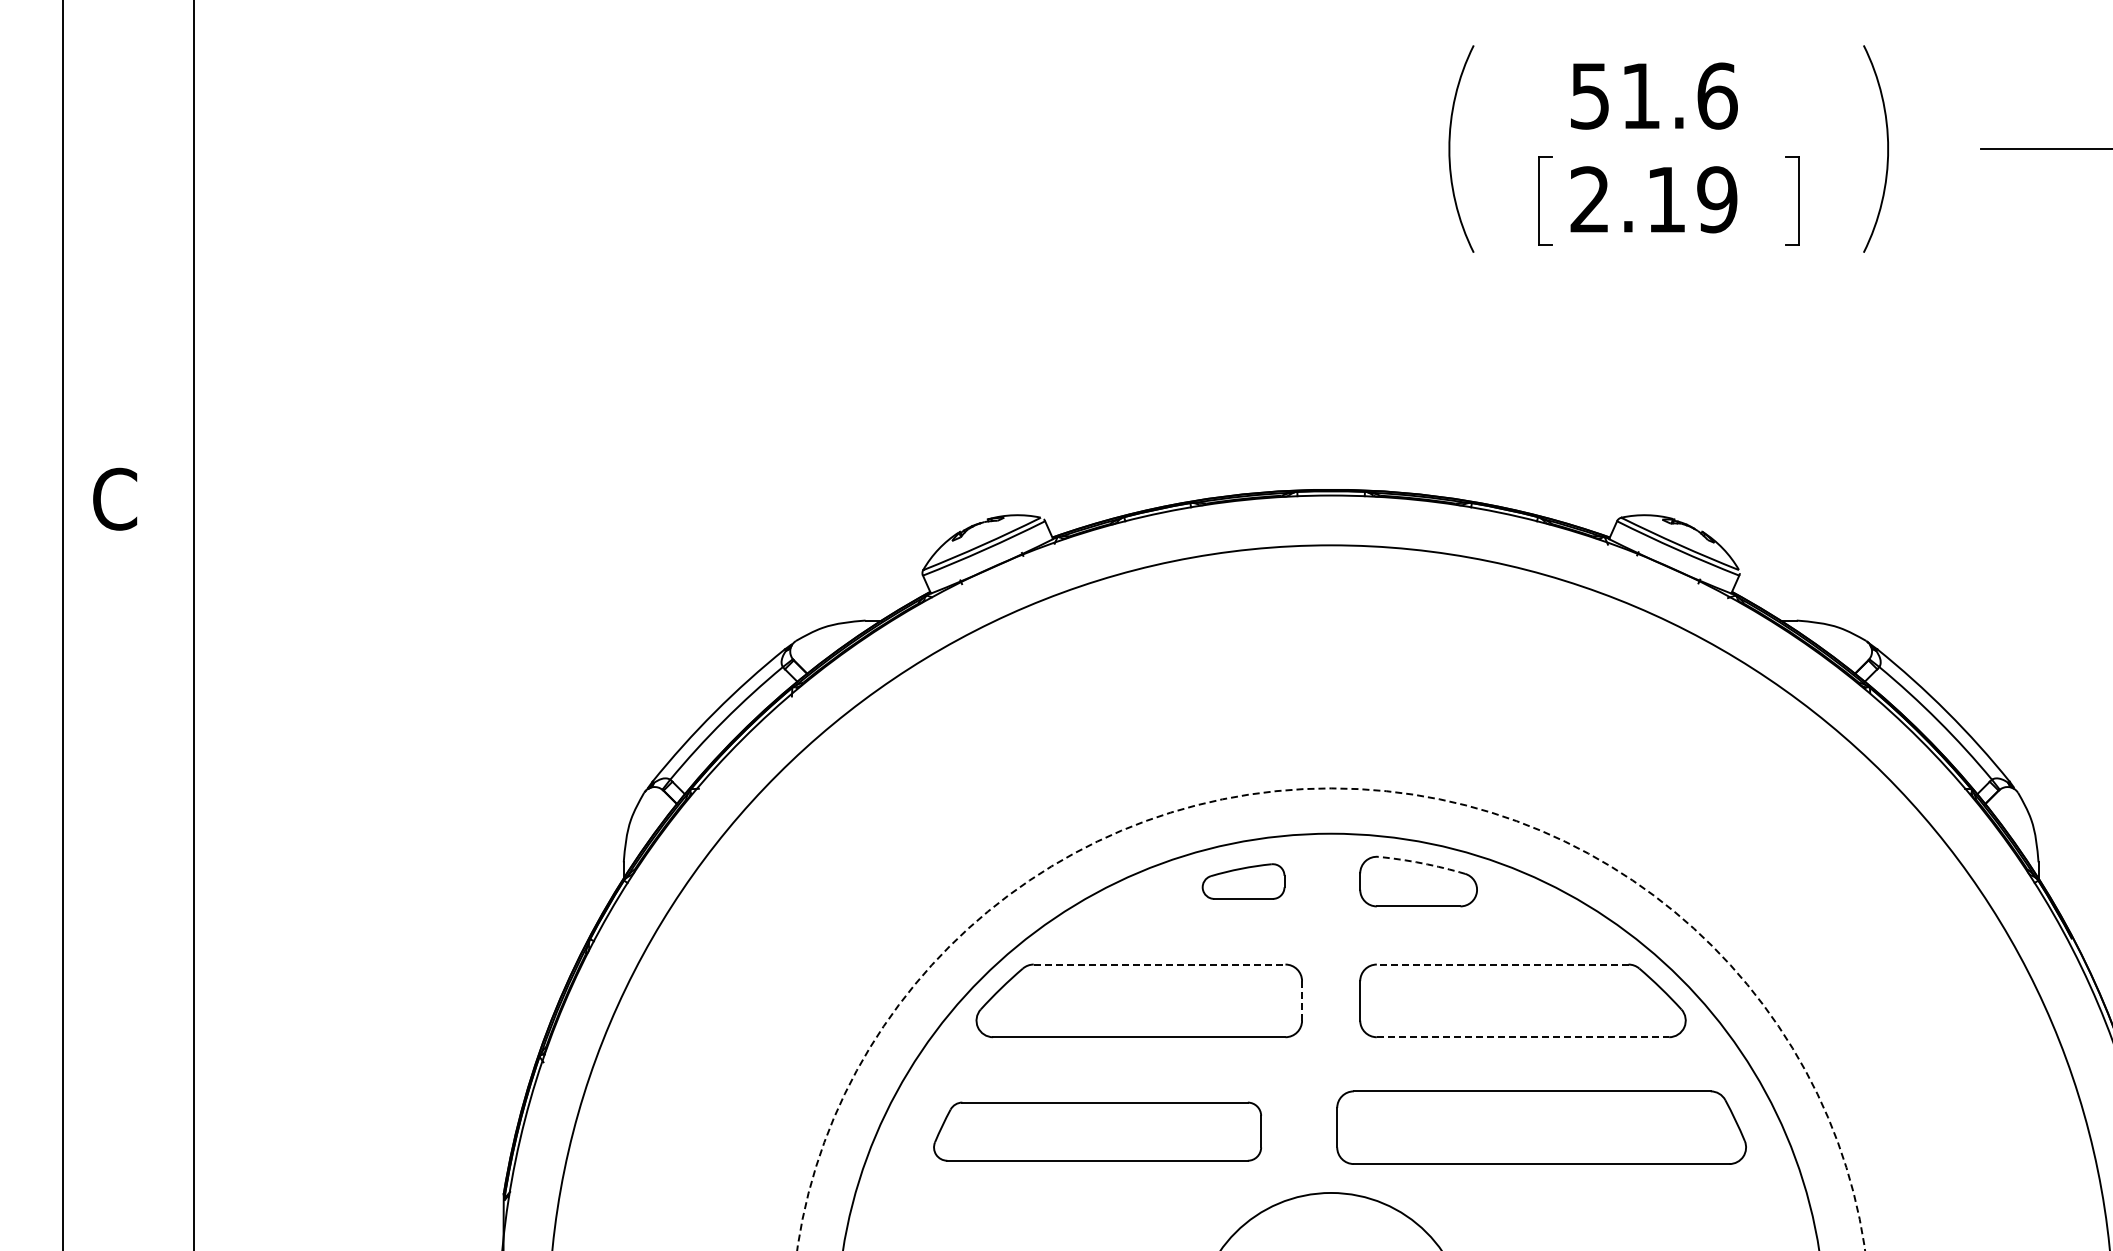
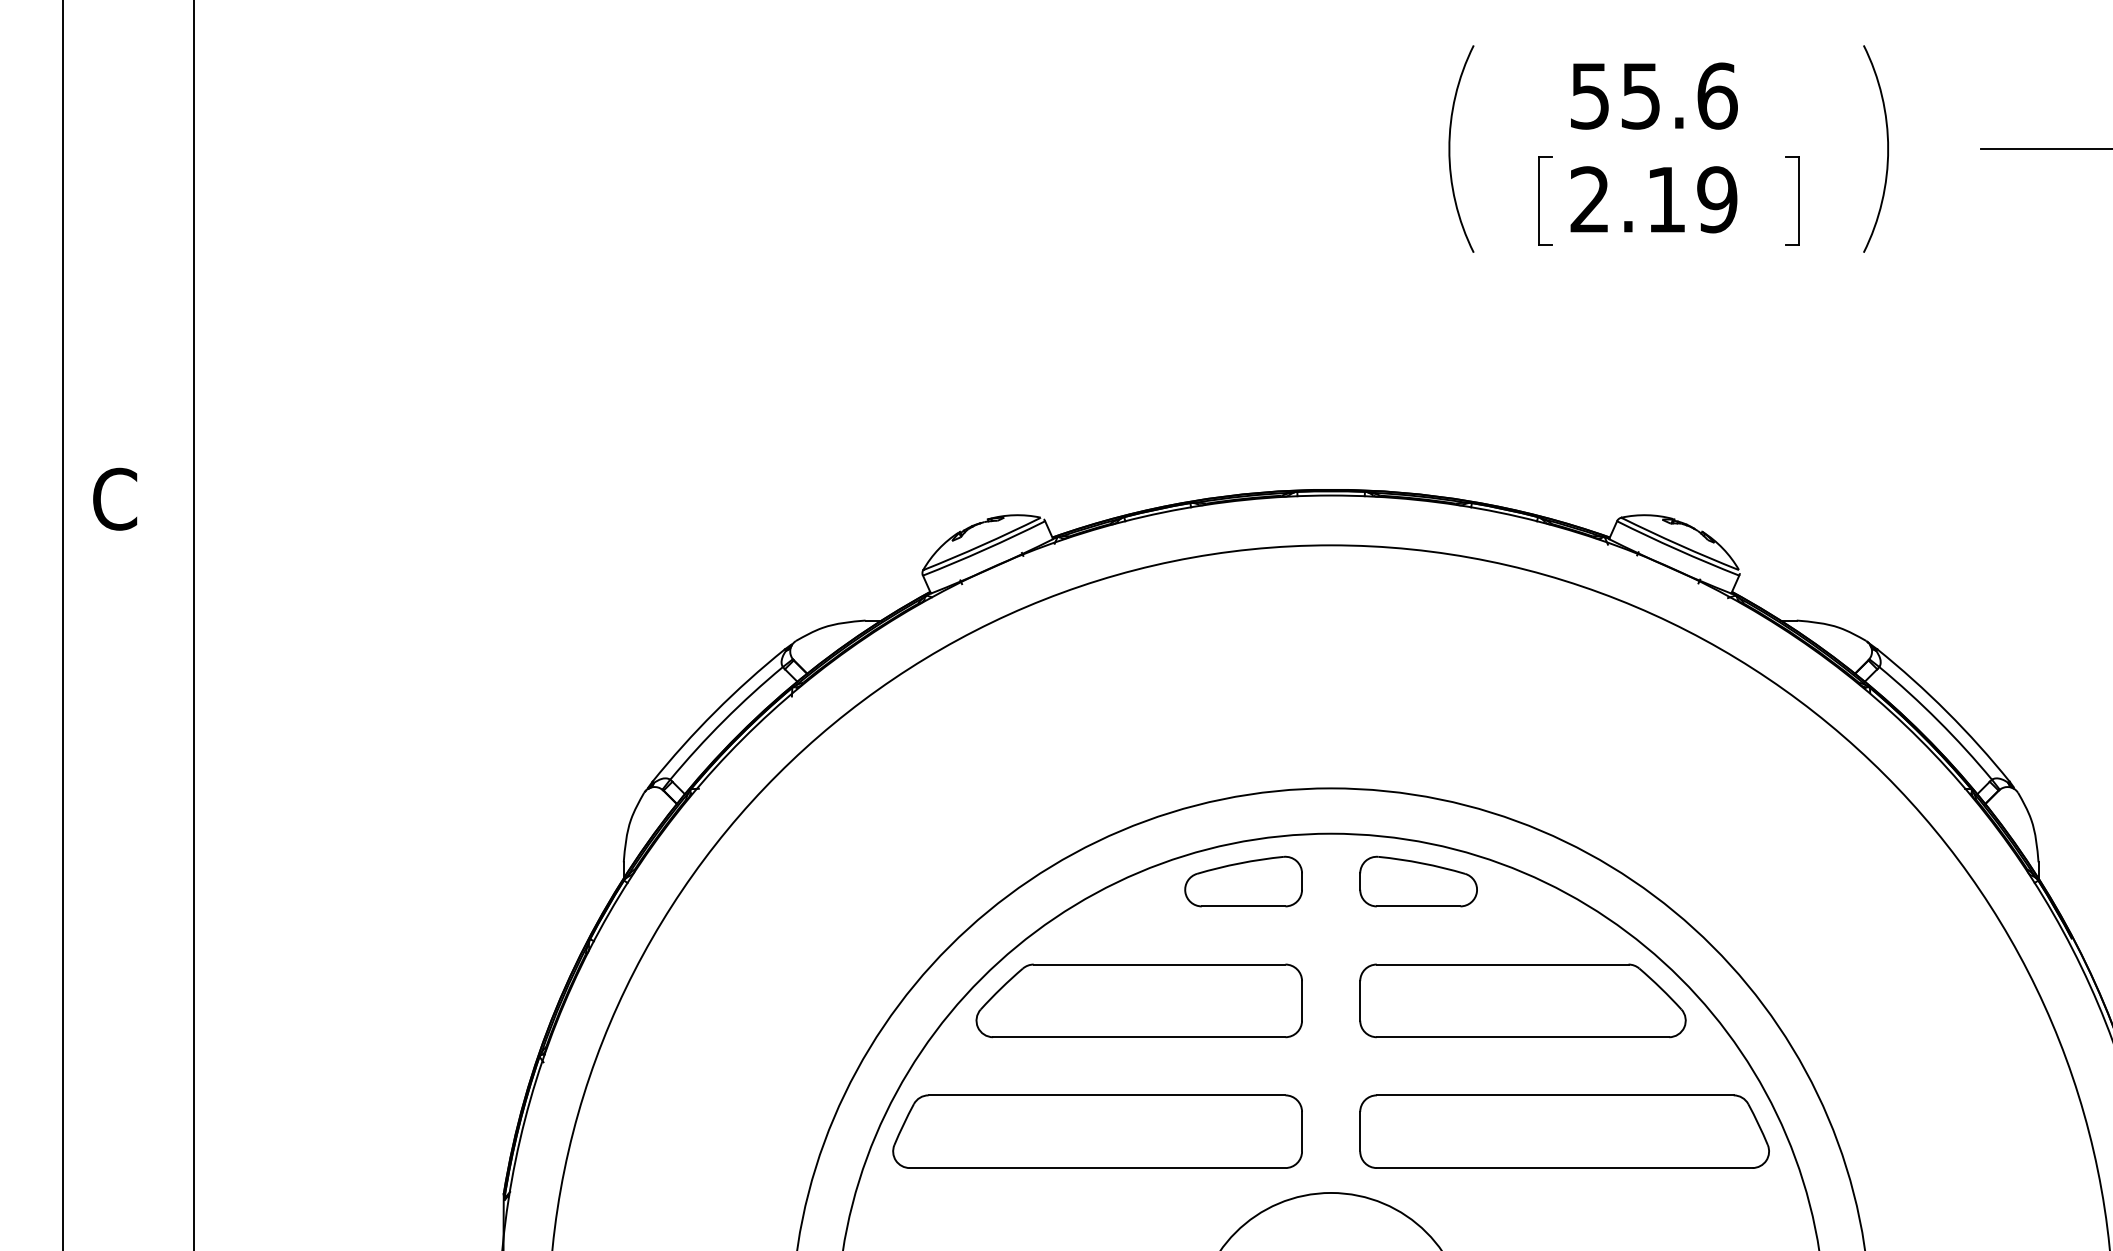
text at (1640, 96): 51.6 -> 55.6
arc at (1422, 863): dashed -> solid
part at (1243, 881) size: 85x37 px -> 119x53 px
line at (1159, 964): dashed -> solid
line at (1502, 964): dashed -> solid
line at (1302, 1000): dashed -> solid
circle at (1331, 1019): dashed -> solid
line at (1523, 1037): dashed -> solid
part at (1541, 1127) position: (1541, 1127) -> (1564, 1131)
part at (1097, 1131) size: 329x61 px -> 411x75 px
